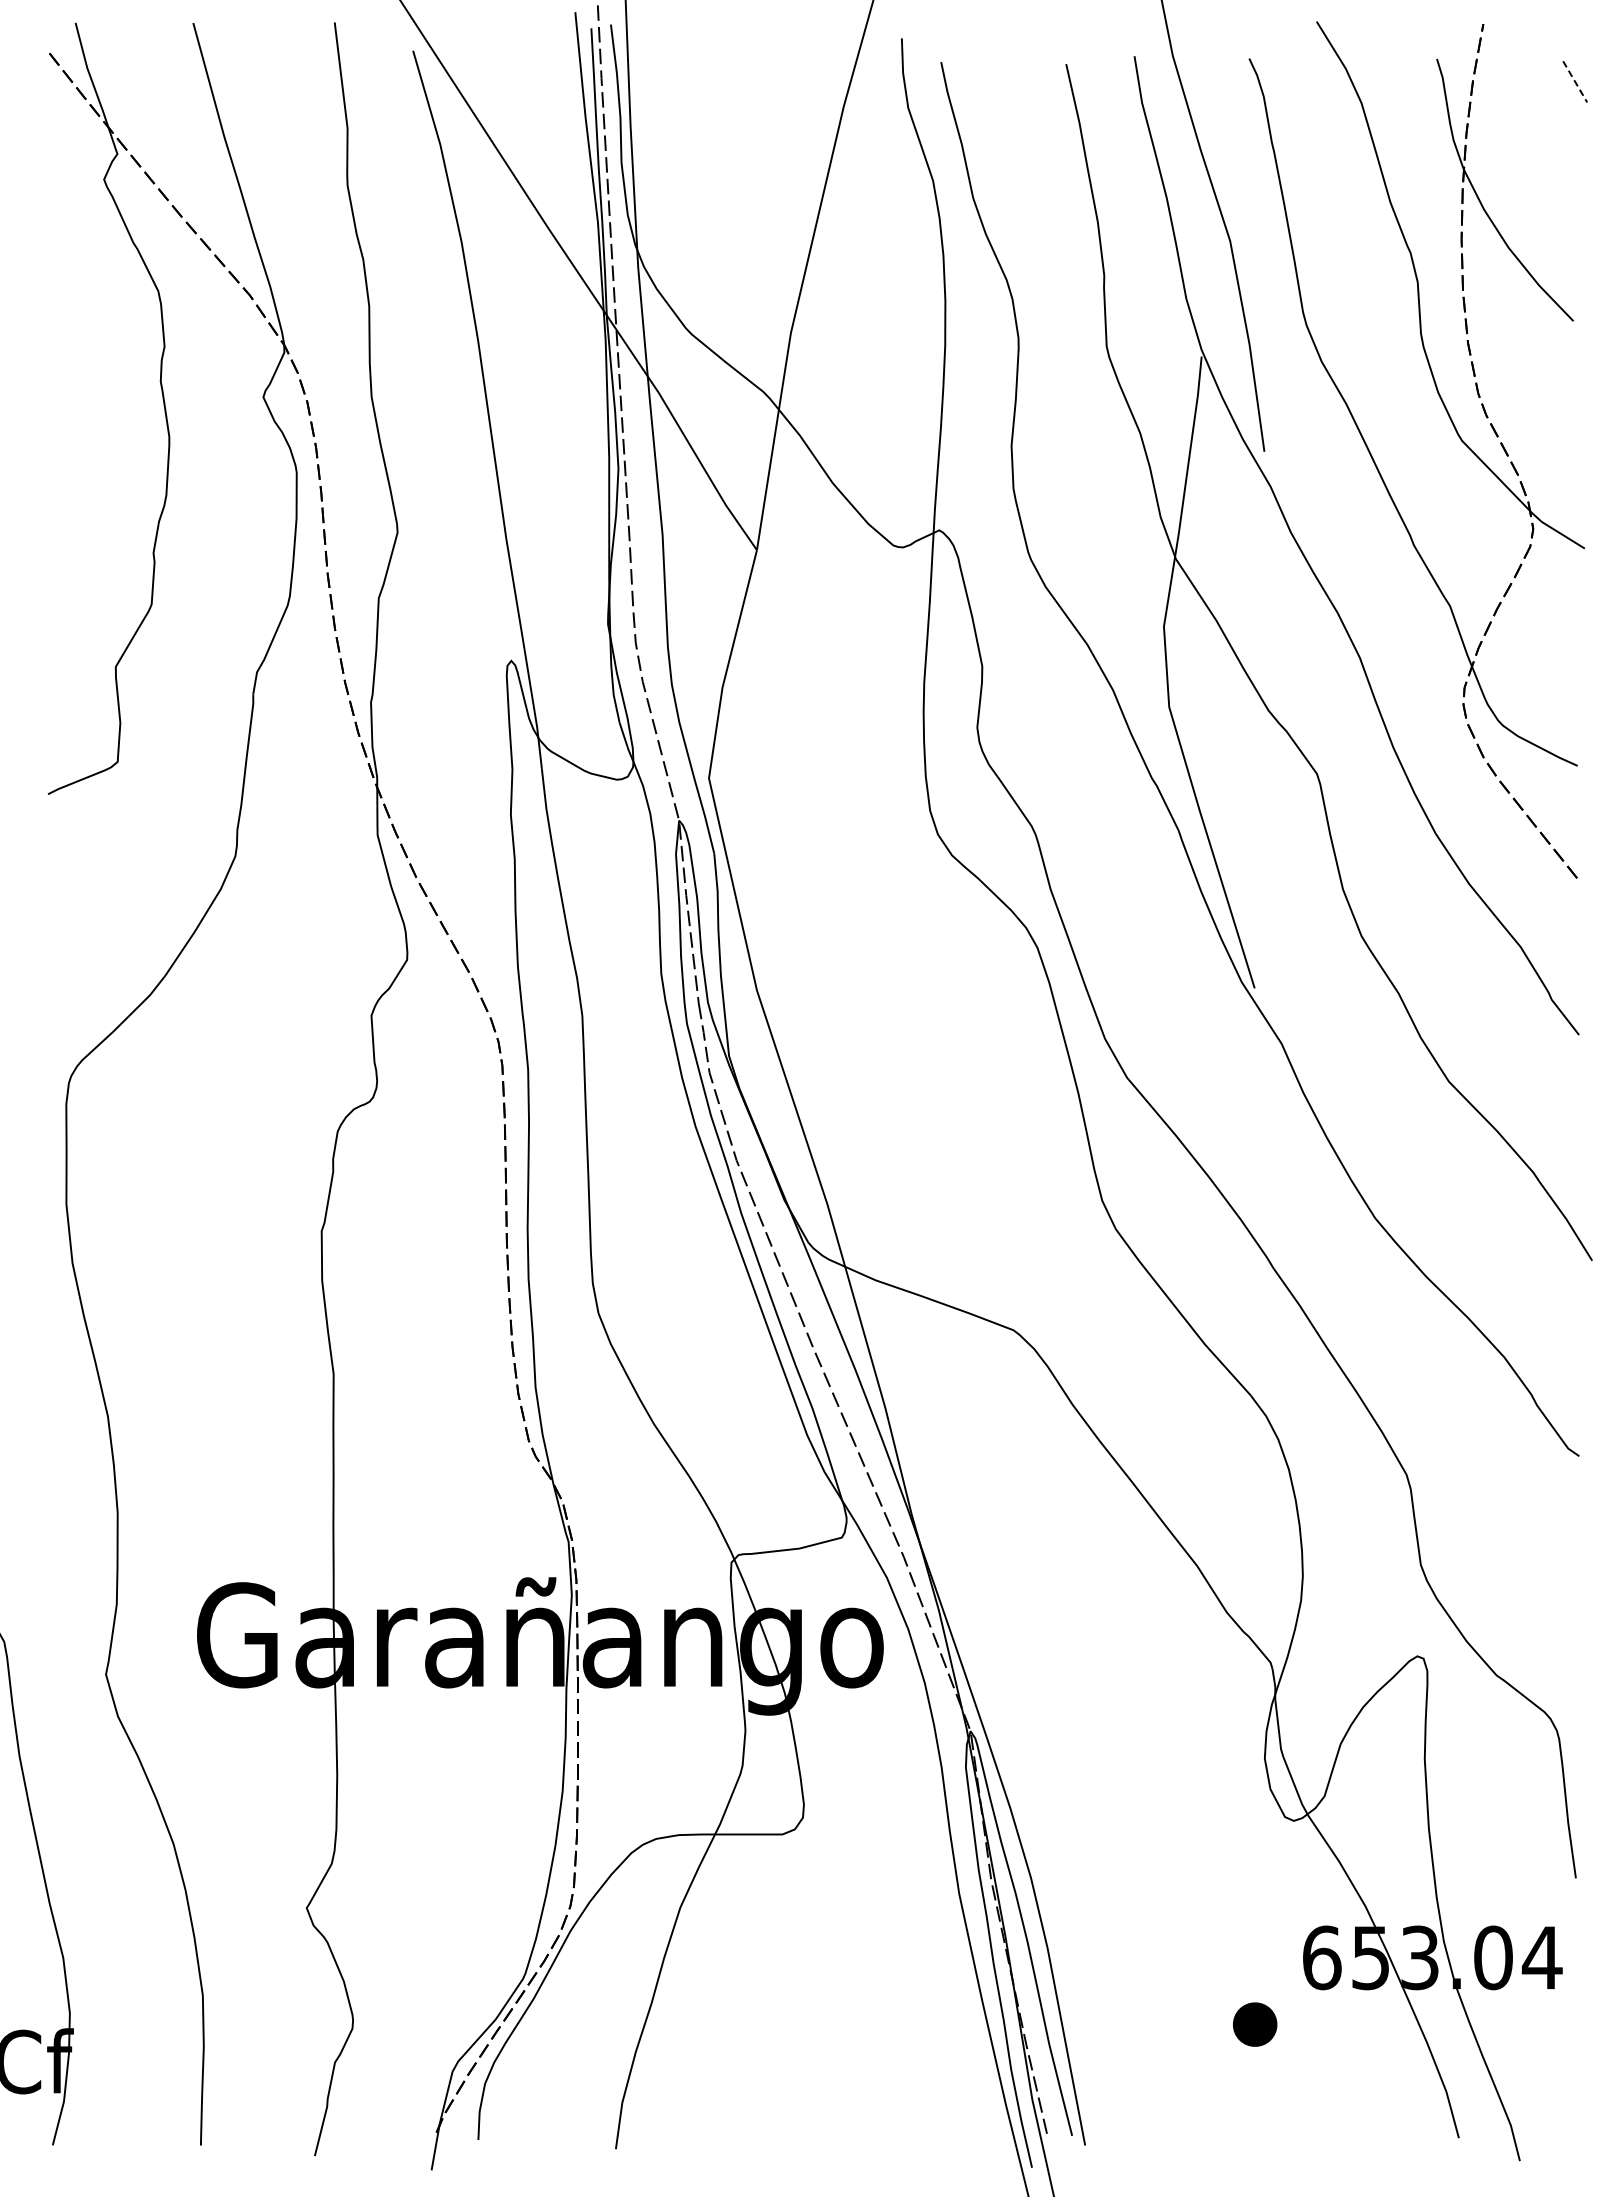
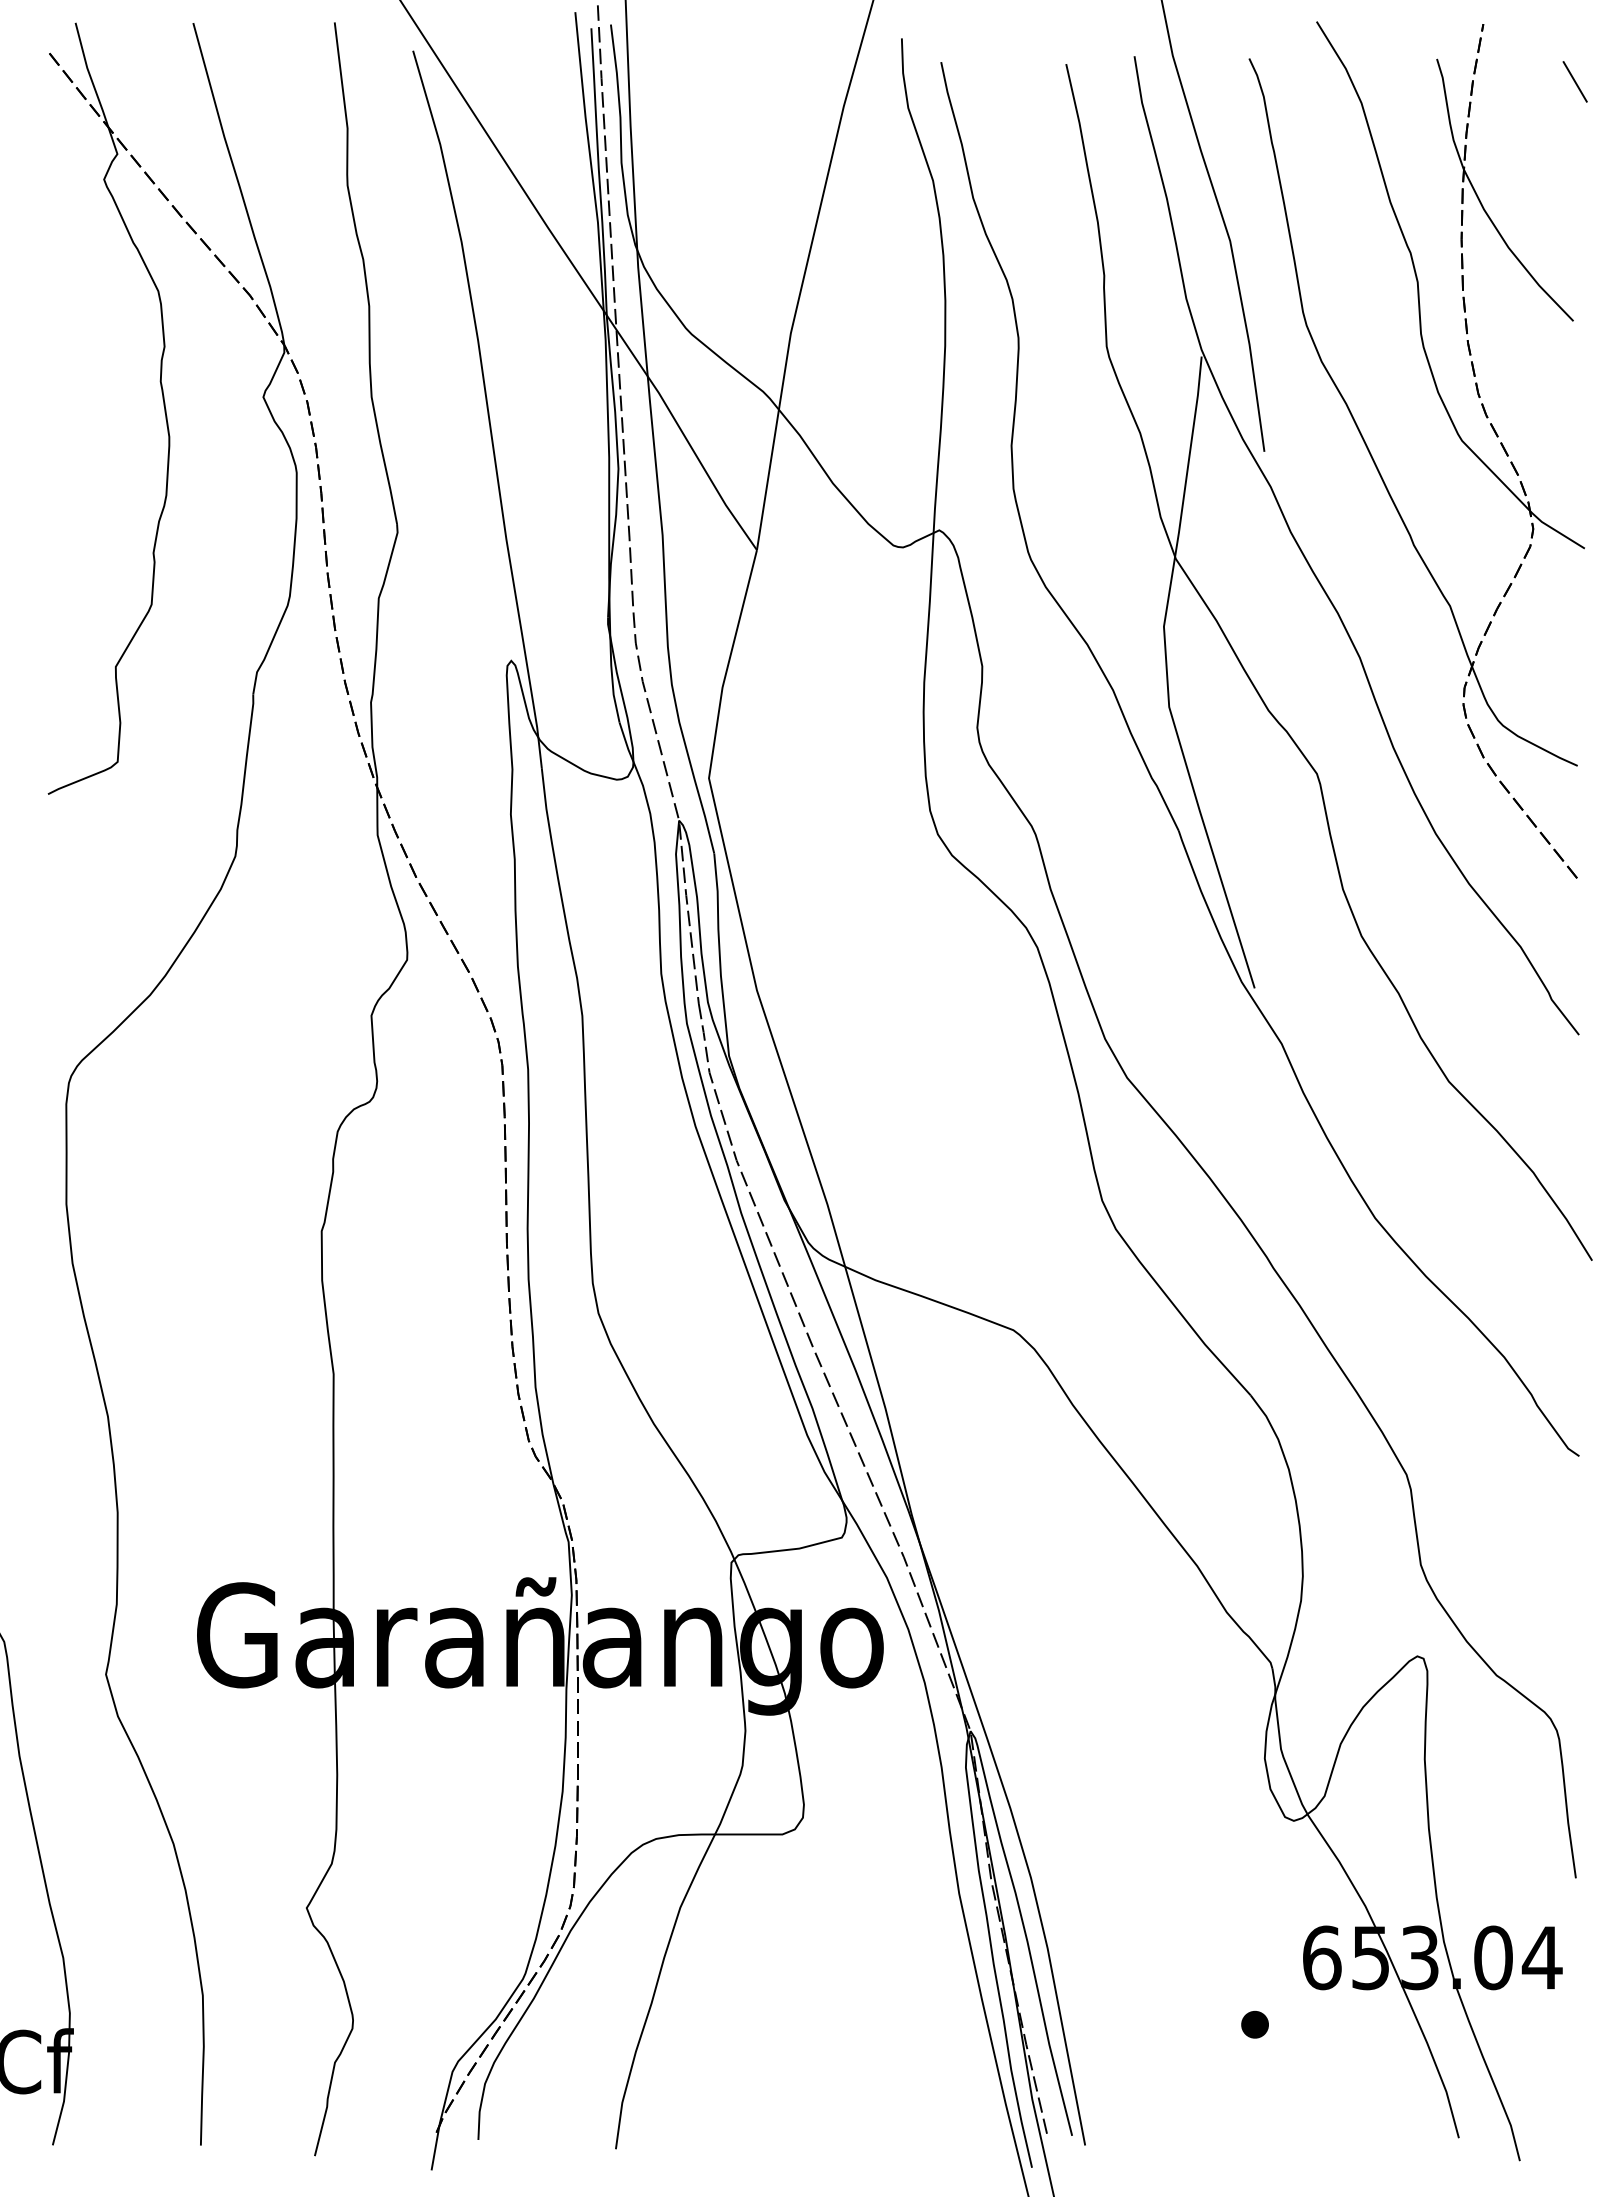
line at (1575, 81): dashed -> solid
part at (1255, 2024) size: 45x45 px -> 28x28 px
